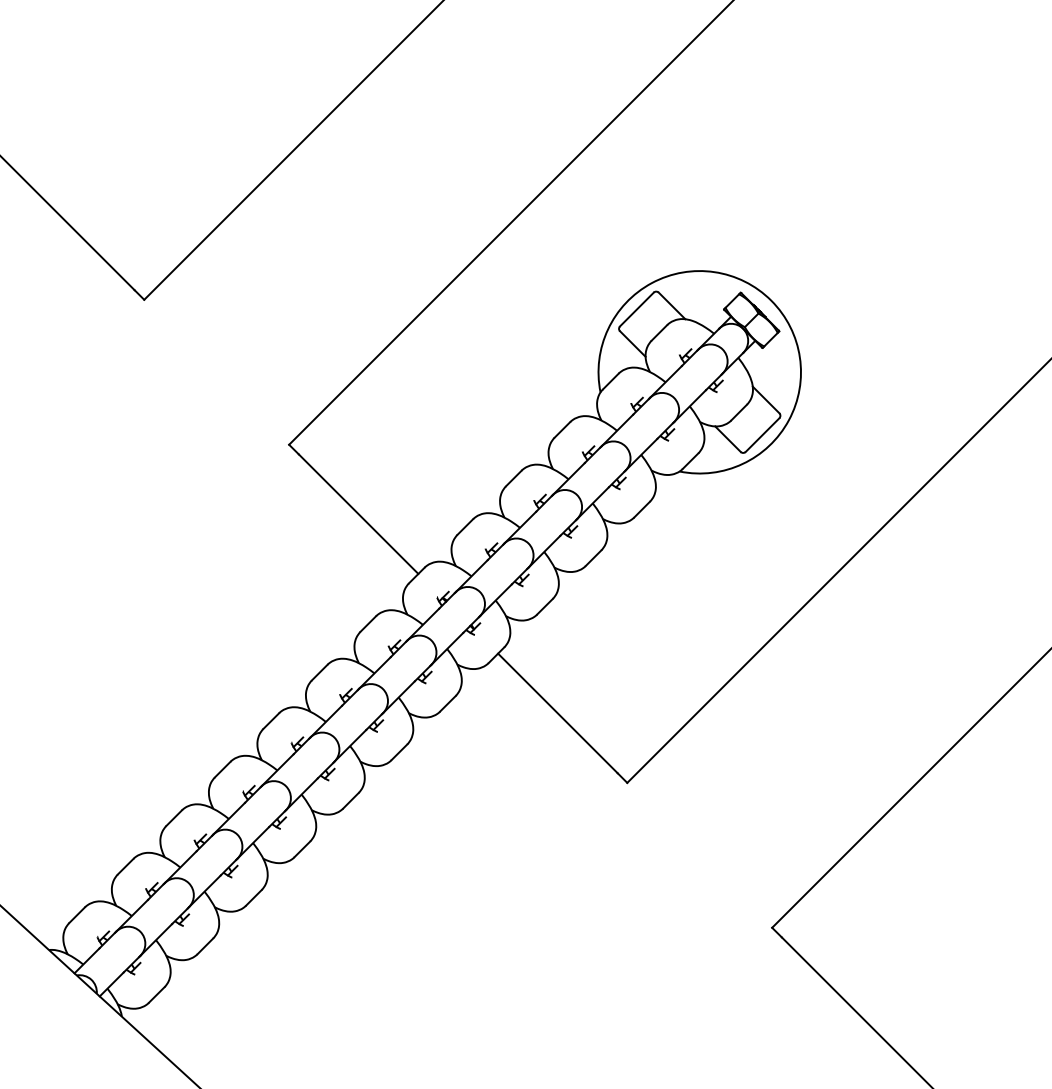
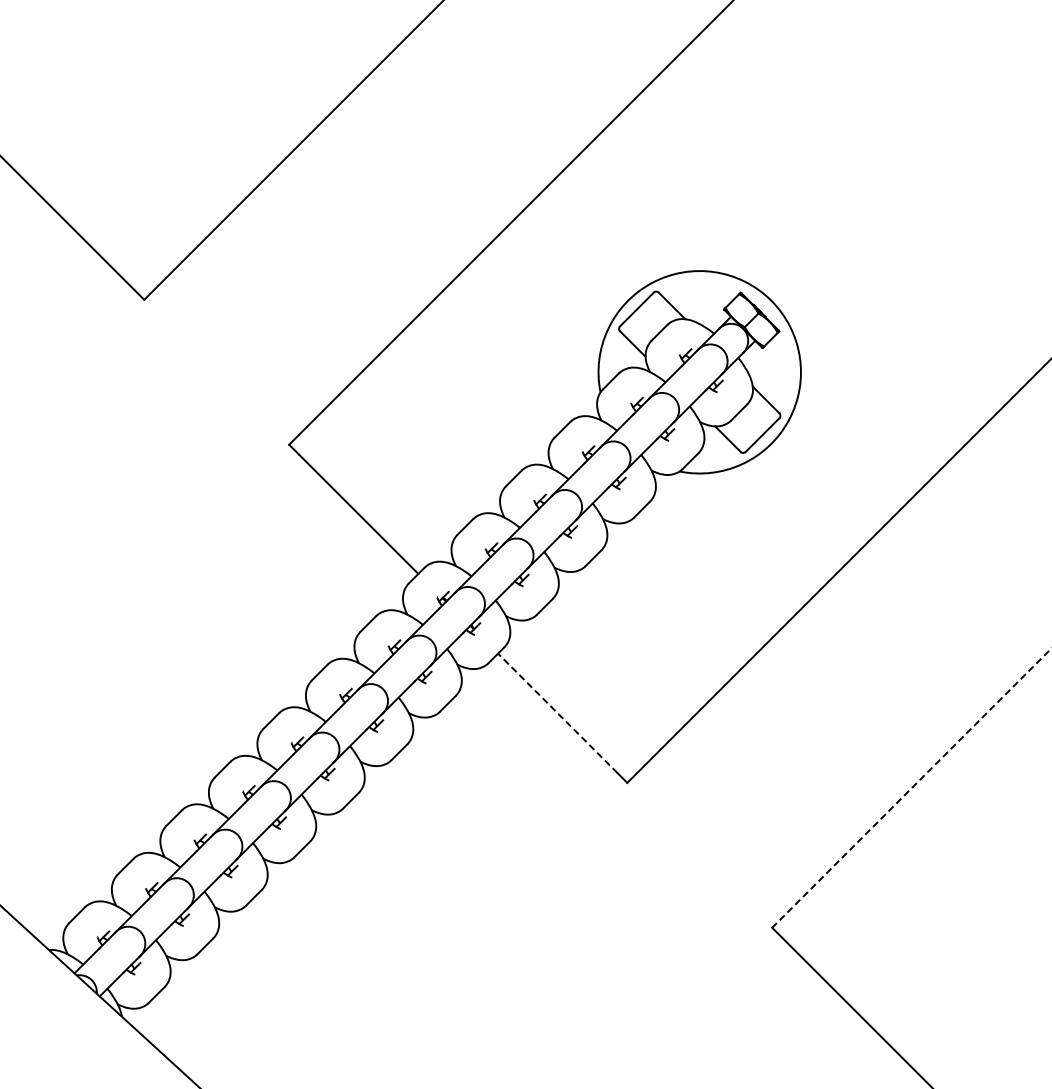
line at (557, 713): solid -> dashed
line at (911, 788): solid -> dashed
